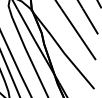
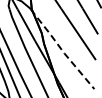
line at (61, 49): solid -> dashed
